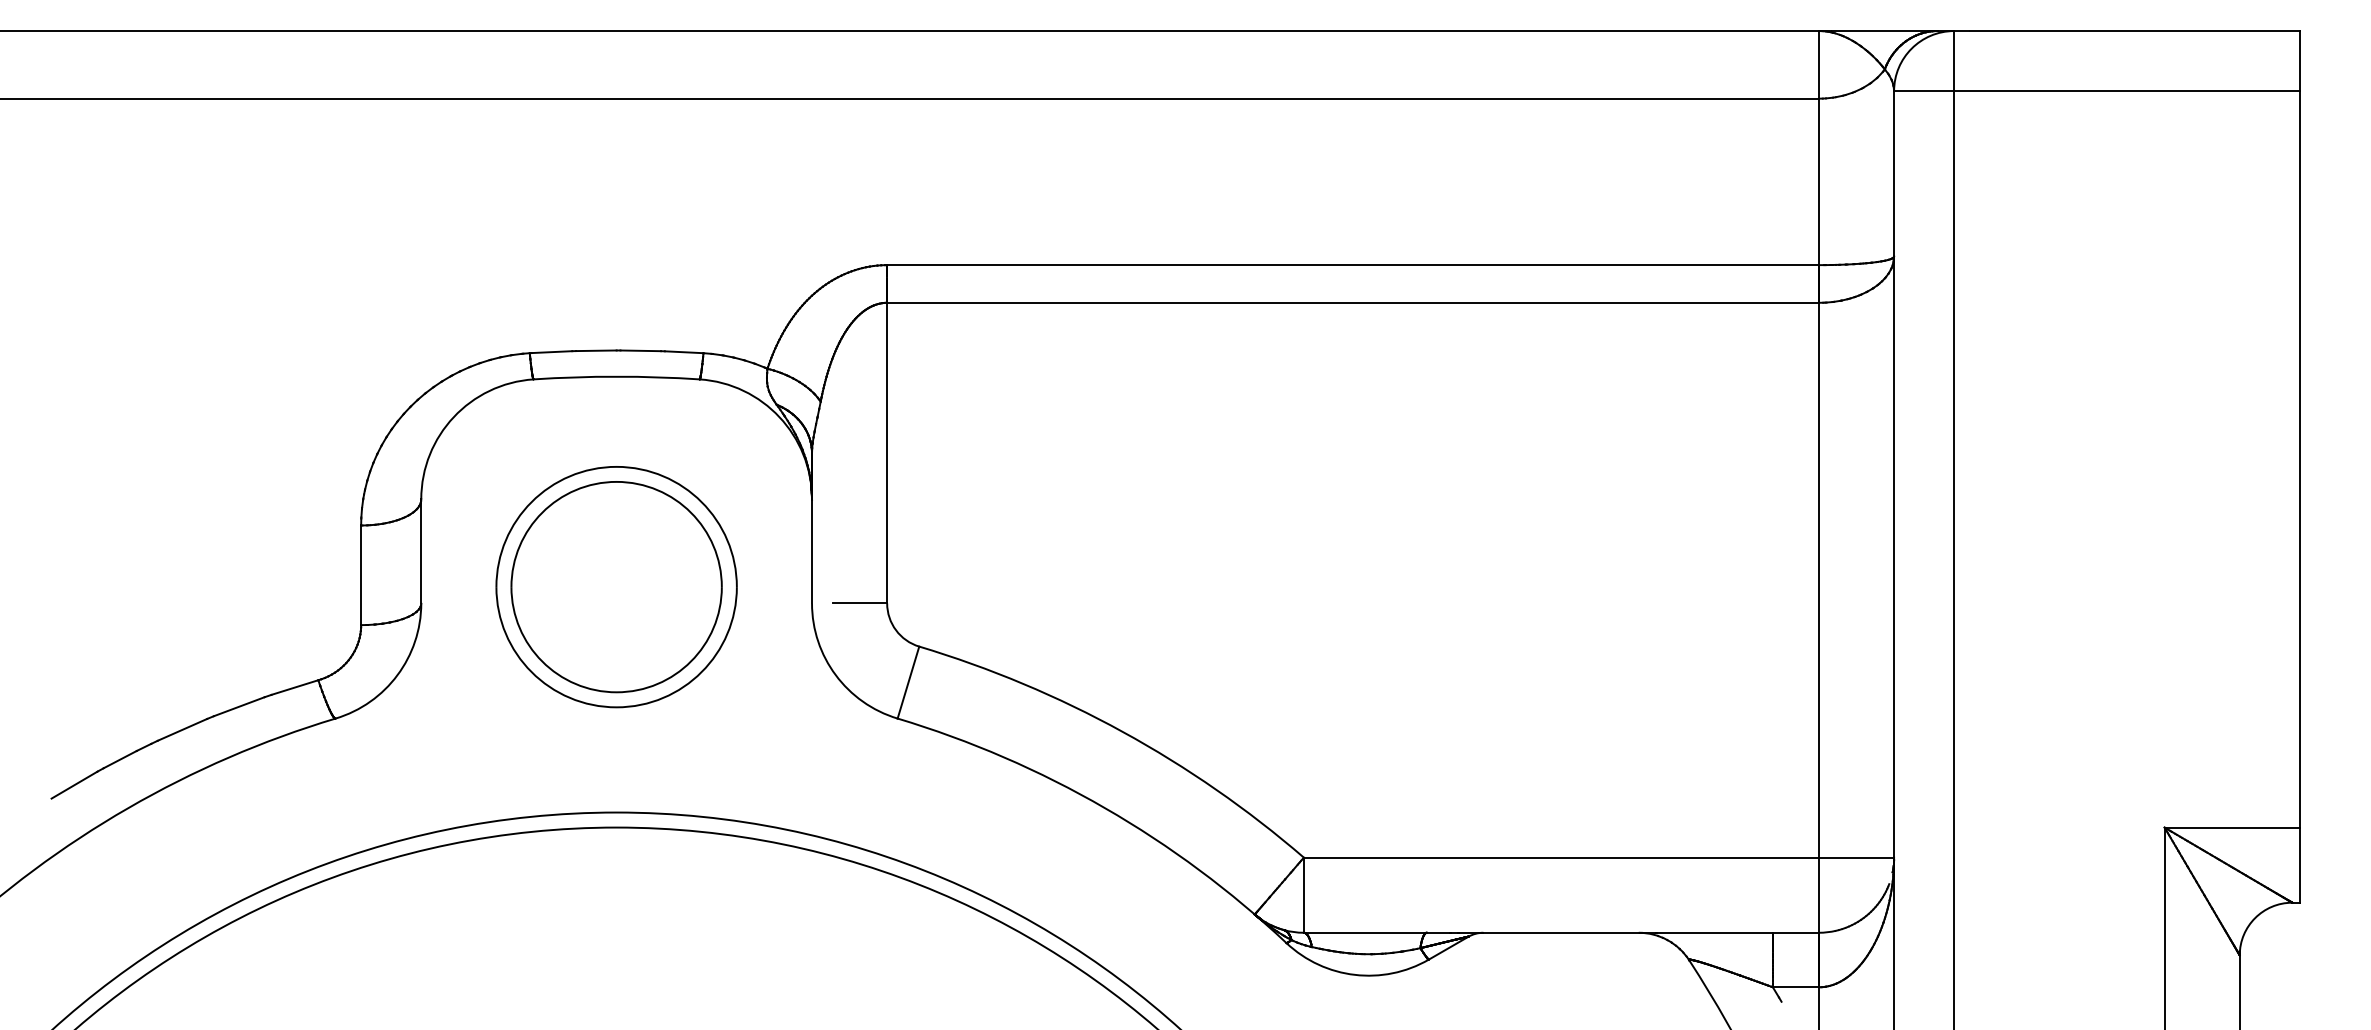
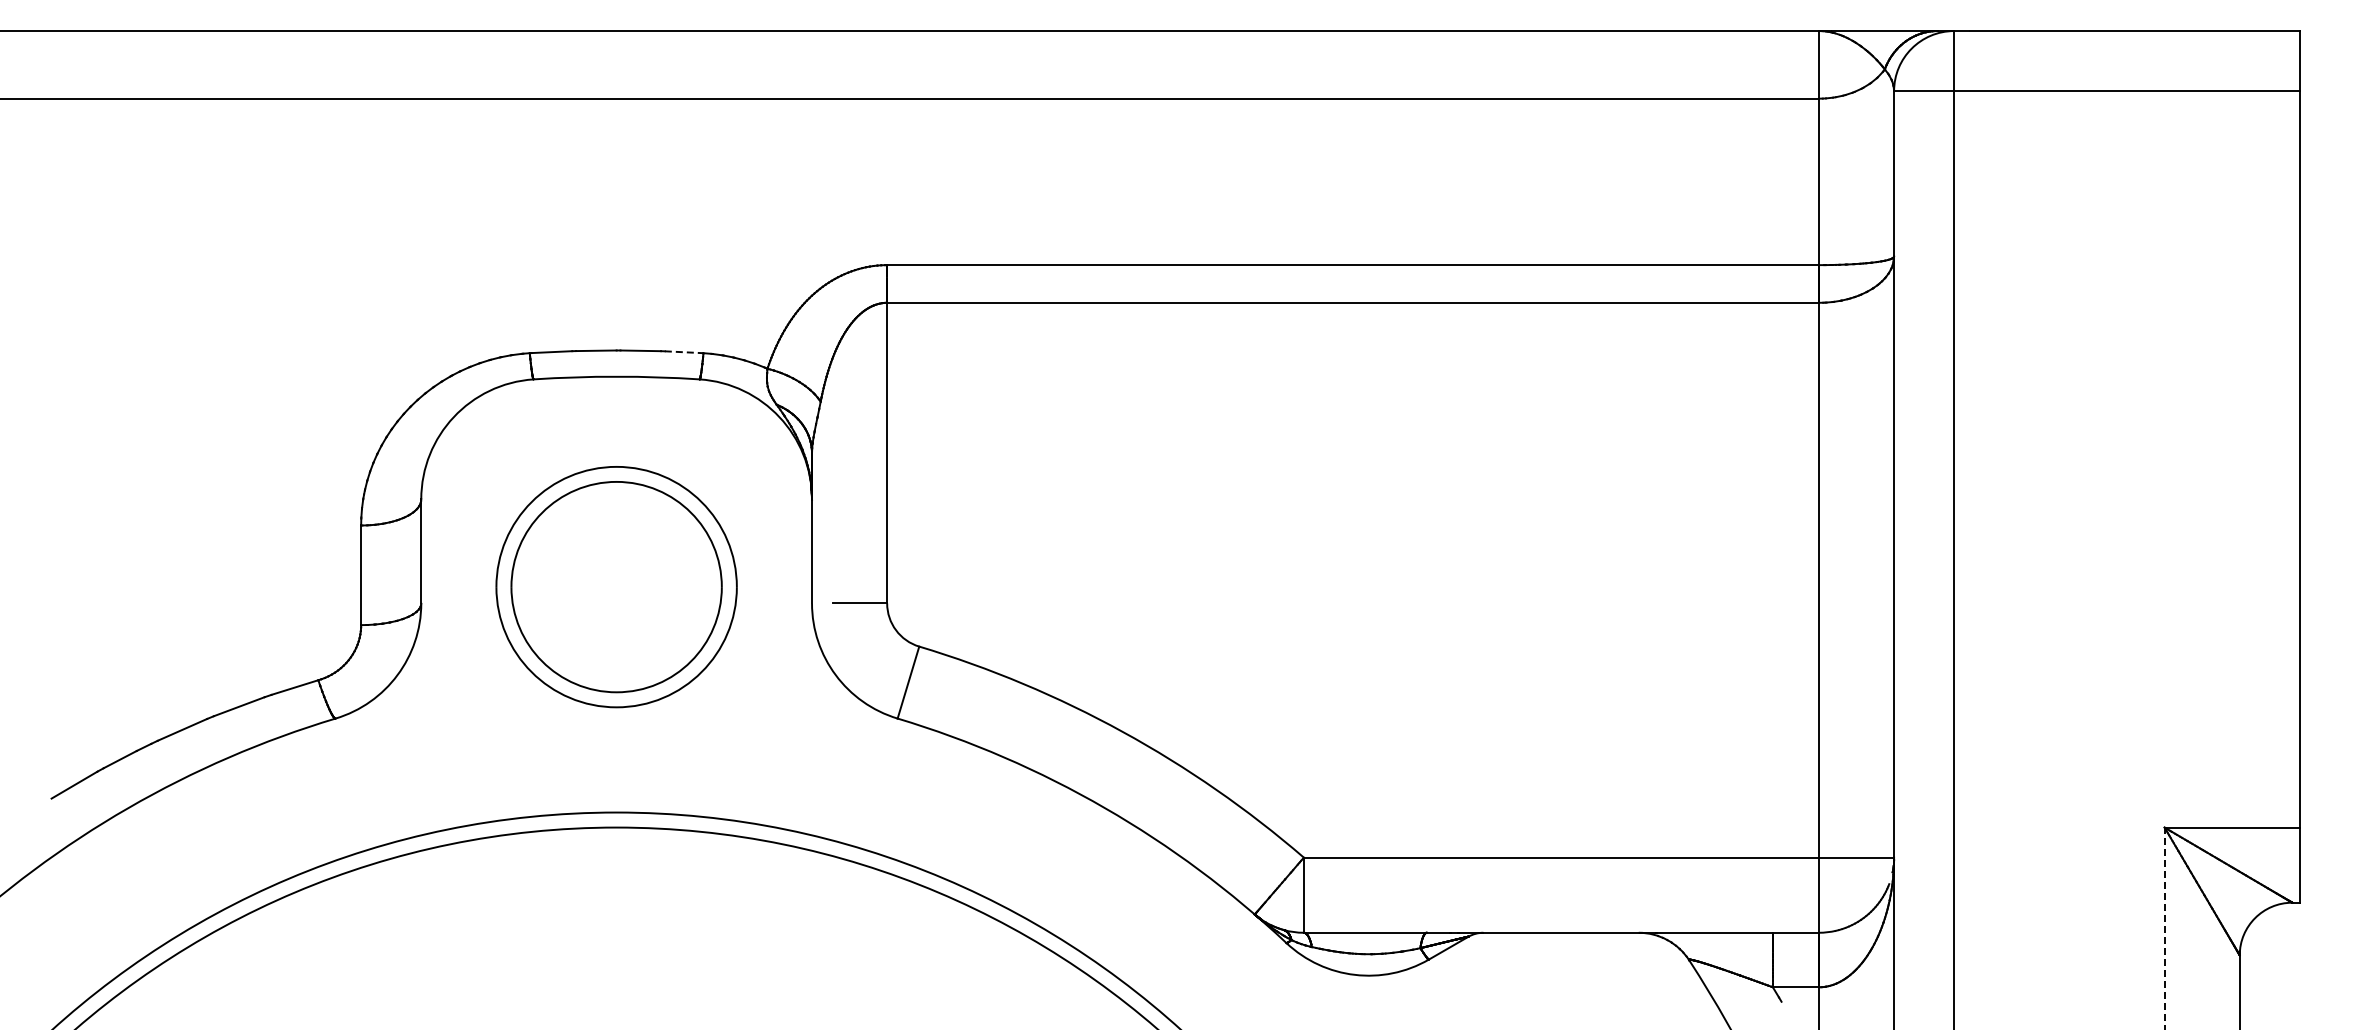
line at (684, 352): solid -> dashed
line at (2164, 928): solid -> dashed
